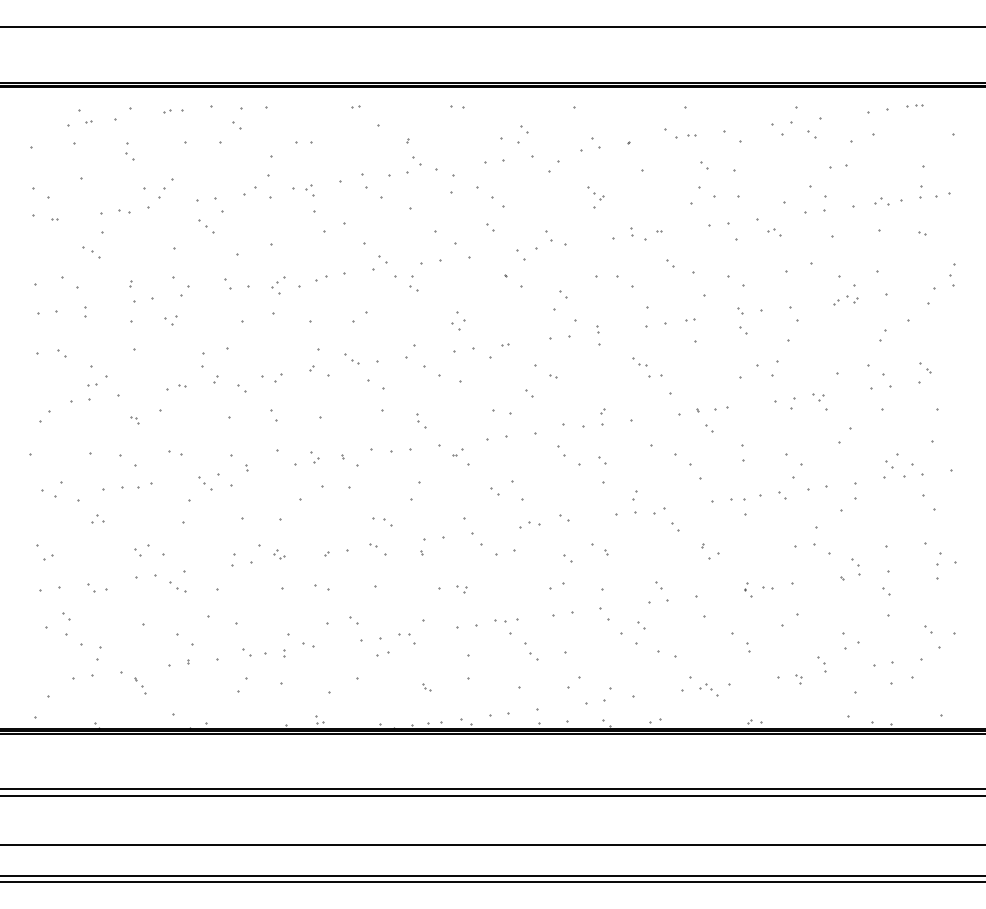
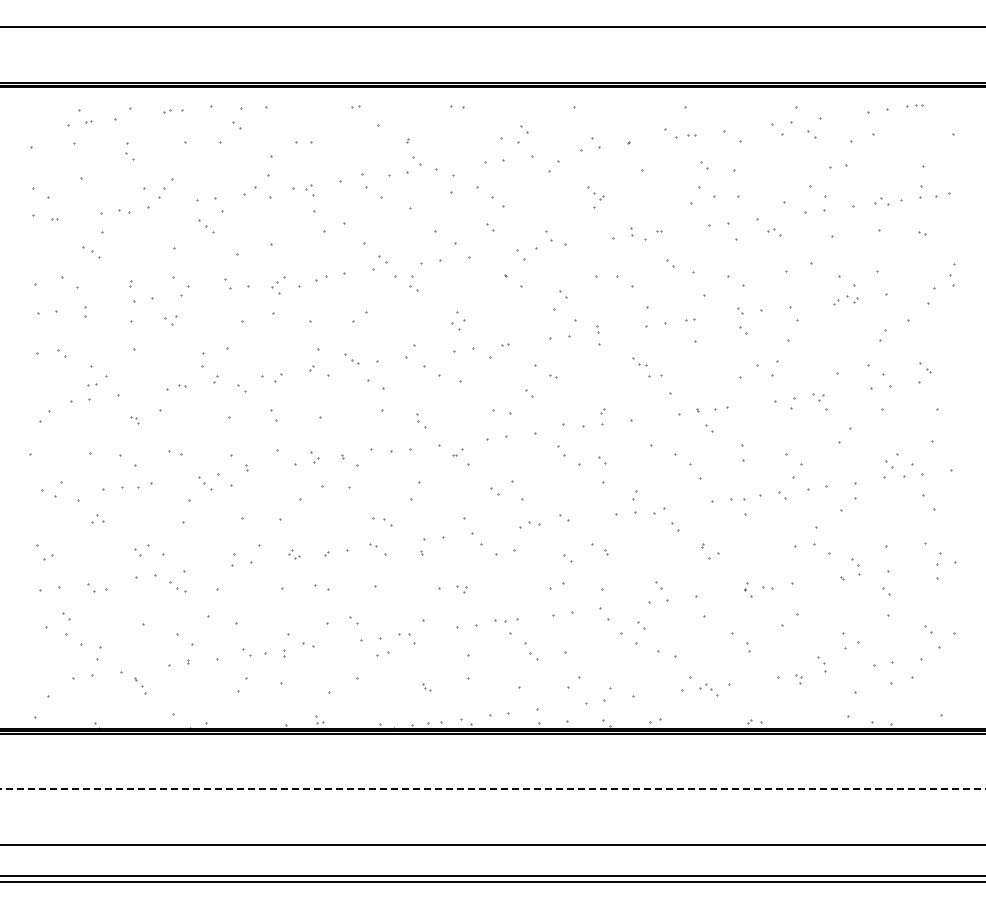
part at (279, 554) position: (279, 554) -> (294, 554)
line at (492, 789): solid -> dashed
line at (492, 796): present -> none
